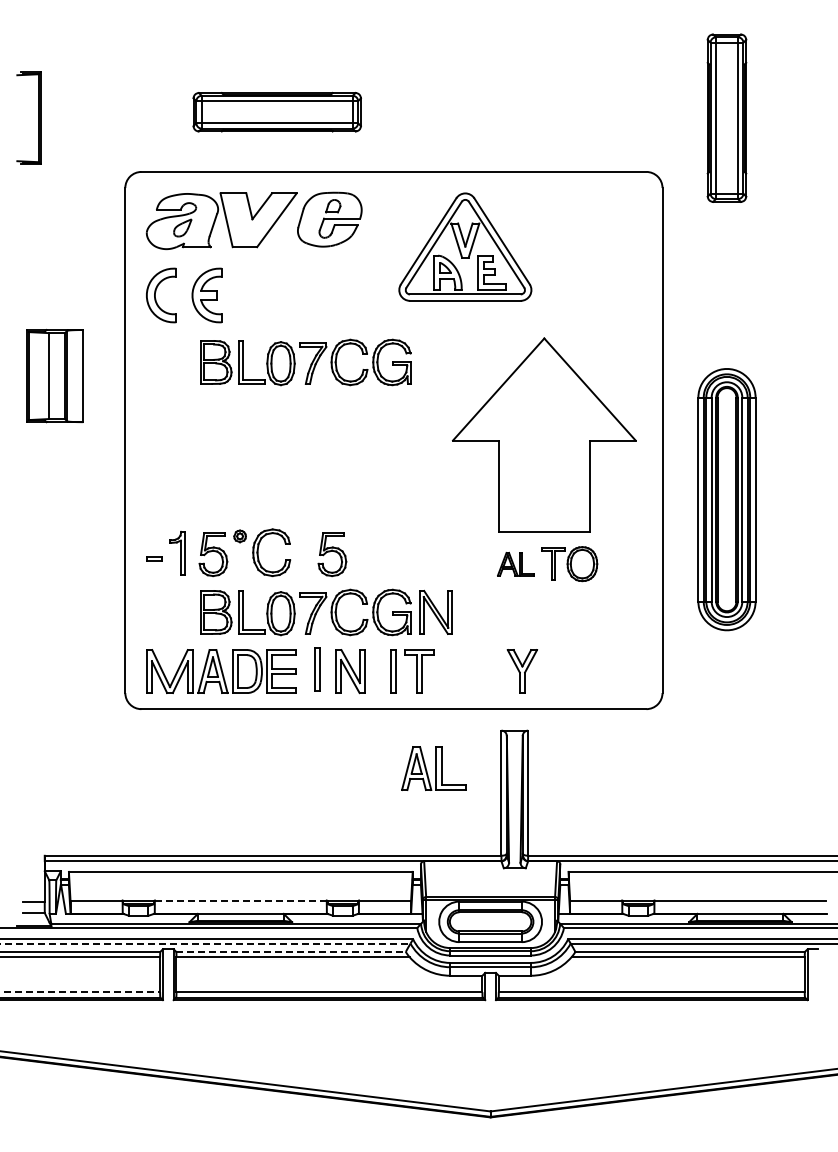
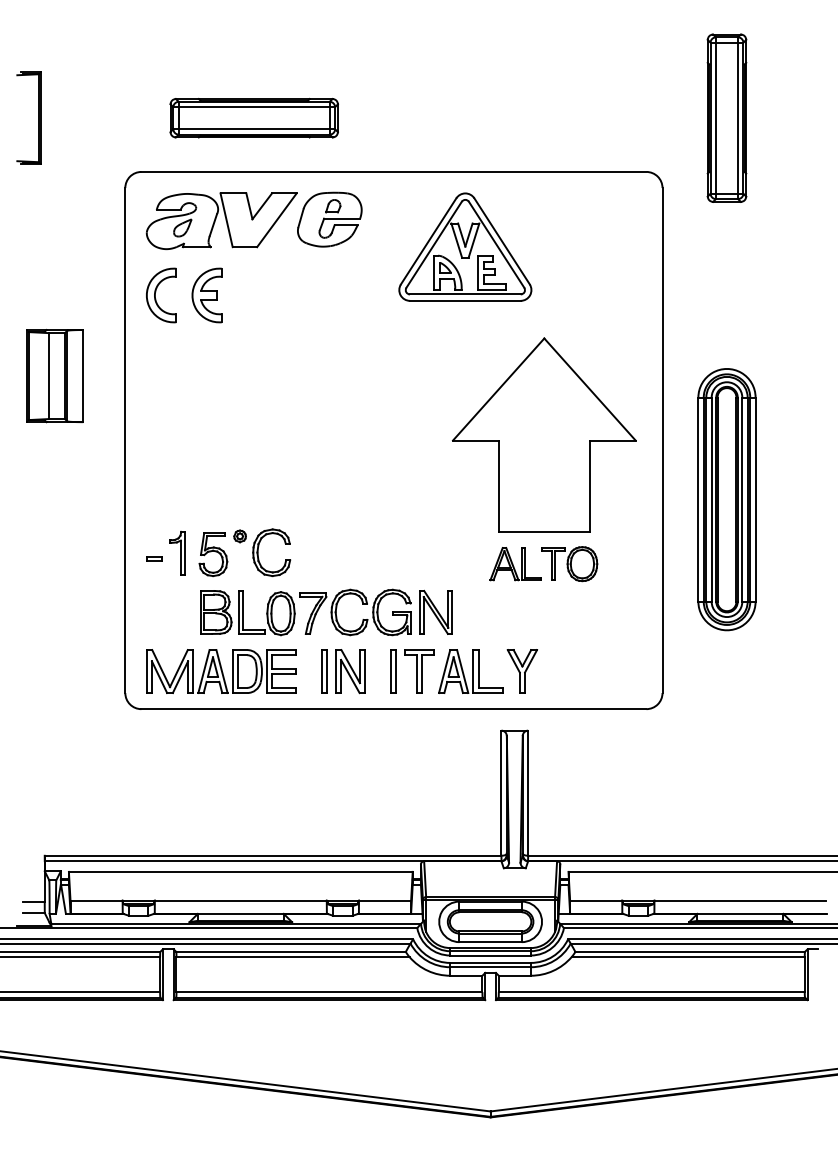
part at (276, 112) position: (276, 112) -> (253, 118)
part at (305, 362): present -> none
part at (332, 554): present -> none
part at (515, 563) size: 38x26 px -> 53x35 px
part at (317, 669) position: (317, 669) -> (324, 671)
part at (433, 768) position: (433, 768) -> (470, 671)
line at (240, 900): dashed -> solid
line at (205, 943): dashed -> solid
line at (291, 951): dashed -> solid
line at (80, 992): dashed -> solid
